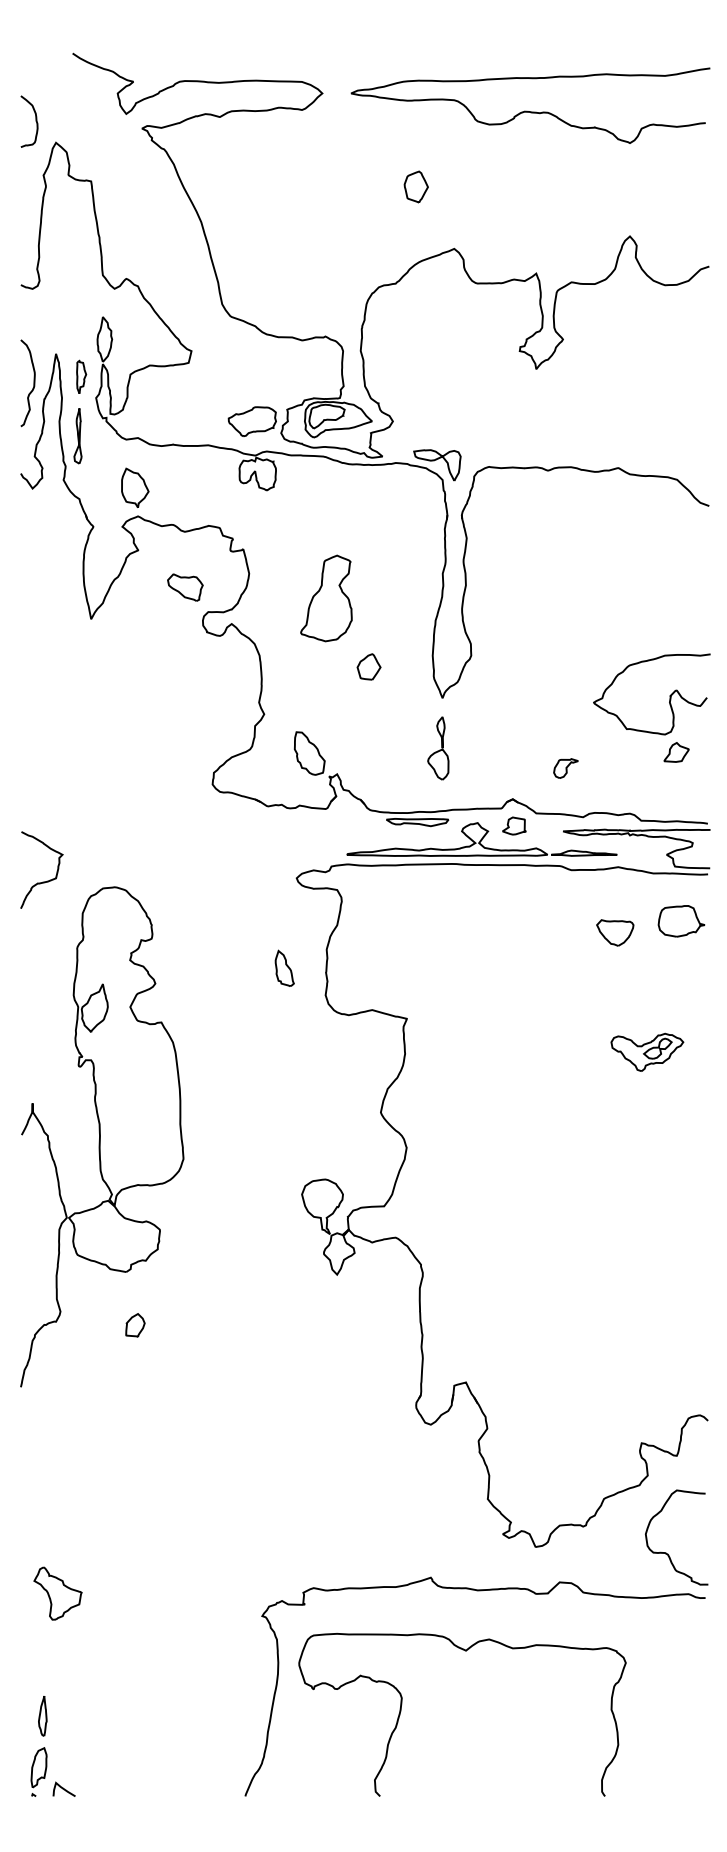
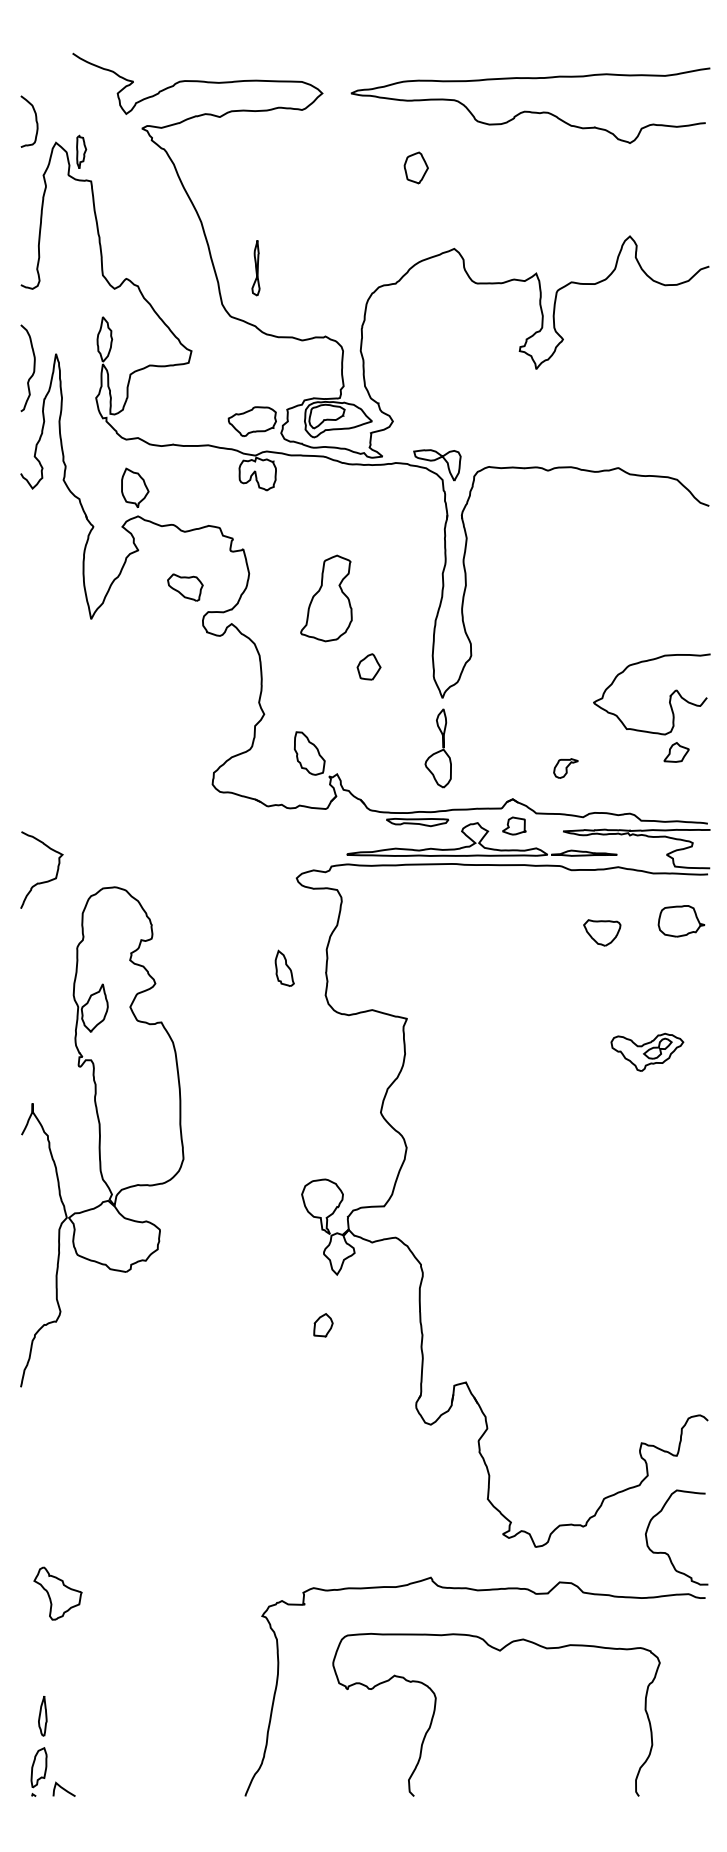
part at (415, 186) position: (415, 186) -> (415, 167)
part at (81, 376) position: (81, 376) -> (81, 151)
curve at (33, 383) position: (33, 383) -> (33, 368)
part at (77, 436) position: (77, 436) -> (255, 268)
part at (438, 748) size: 23x65 px -> 28x81 px
part at (615, 932) position: (615, 932) -> (602, 932)
part at (135, 1325) position: (135, 1325) -> (323, 1325)
curve at (402, 1704) position: (402, 1704) -> (436, 1704)
